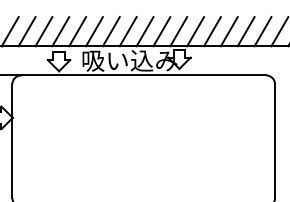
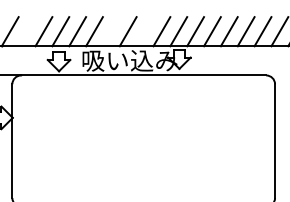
line at (26, 31): present -> none
line at (110, 31): present -> none
line at (144, 31): present -> none
